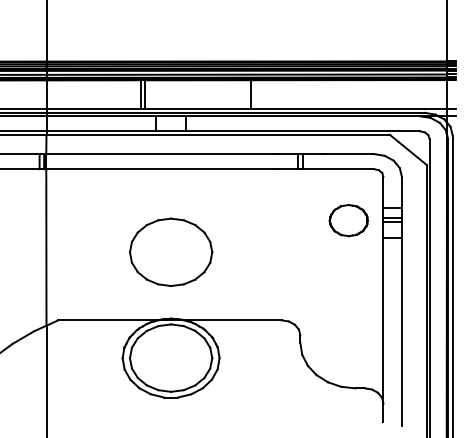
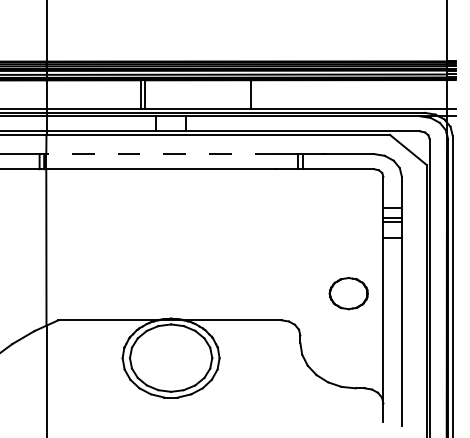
line at (161, 154): solid -> dashed
part at (348, 220) position: (348, 220) -> (348, 293)
part at (171, 251): present -> none
